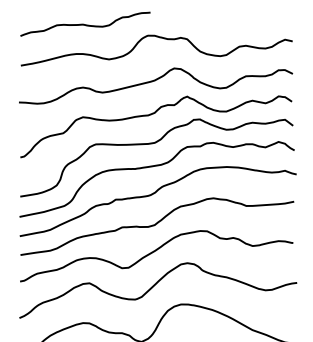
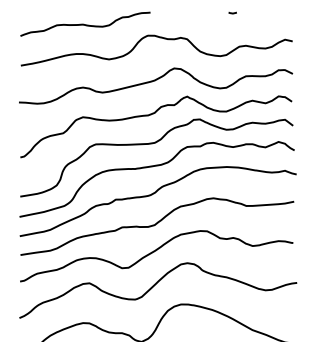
curve at (232, 12): none -> present
